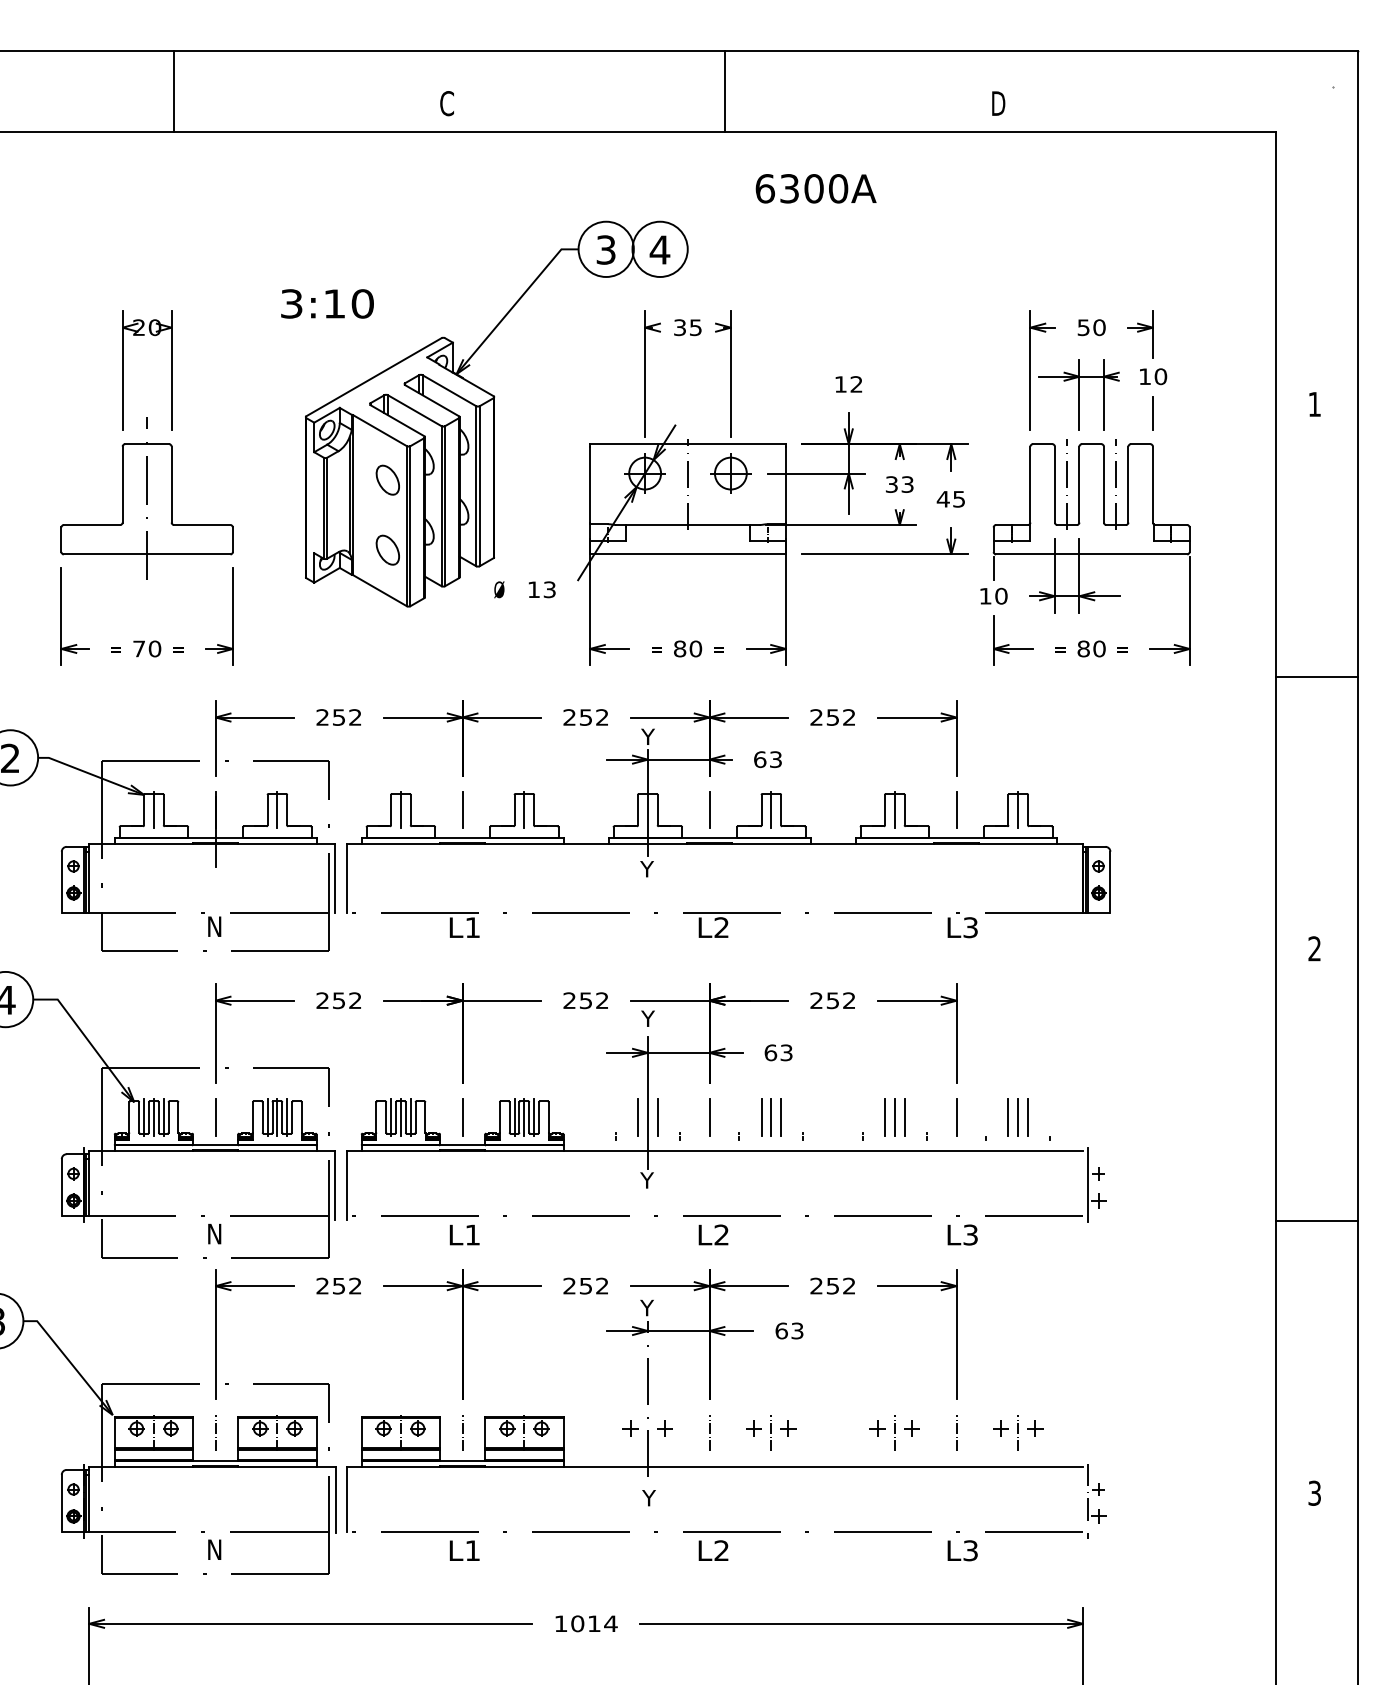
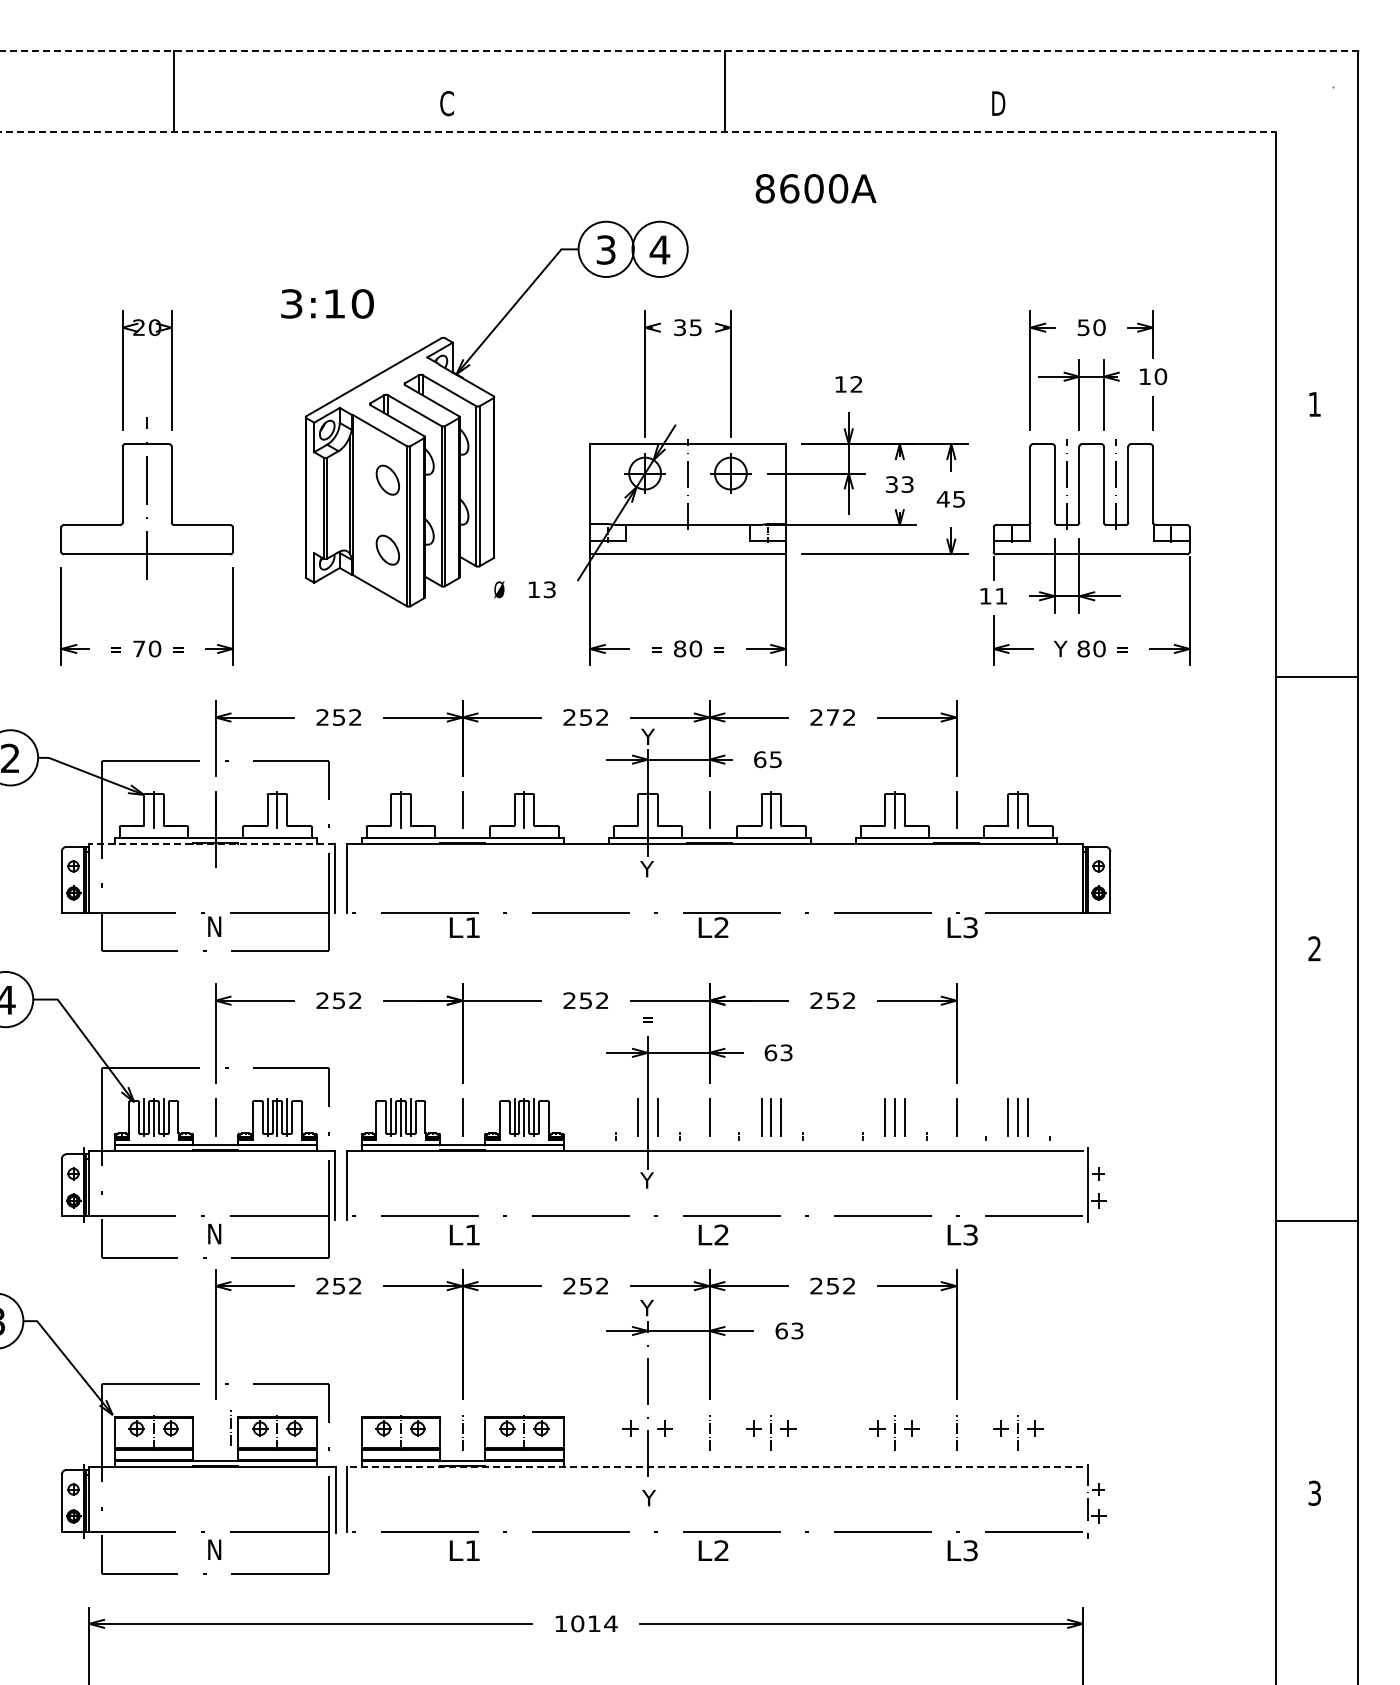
line at (679, 50): solid -> dashed
line at (638, 132): solid -> dashed
text at (777, 188): 6300A -> 8600A
text at (1001, 595): 10 -> 11
text at (1060, 648): = -> Y
text at (832, 717): 252 -> 272
text at (775, 759): 63 -> 65
line at (212, 843): solid -> dashed
text at (647, 1018): Y -> =
line at (215, 1432) position: (215, 1432) -> (230, 1427)
line at (715, 1467): solid -> dashed
